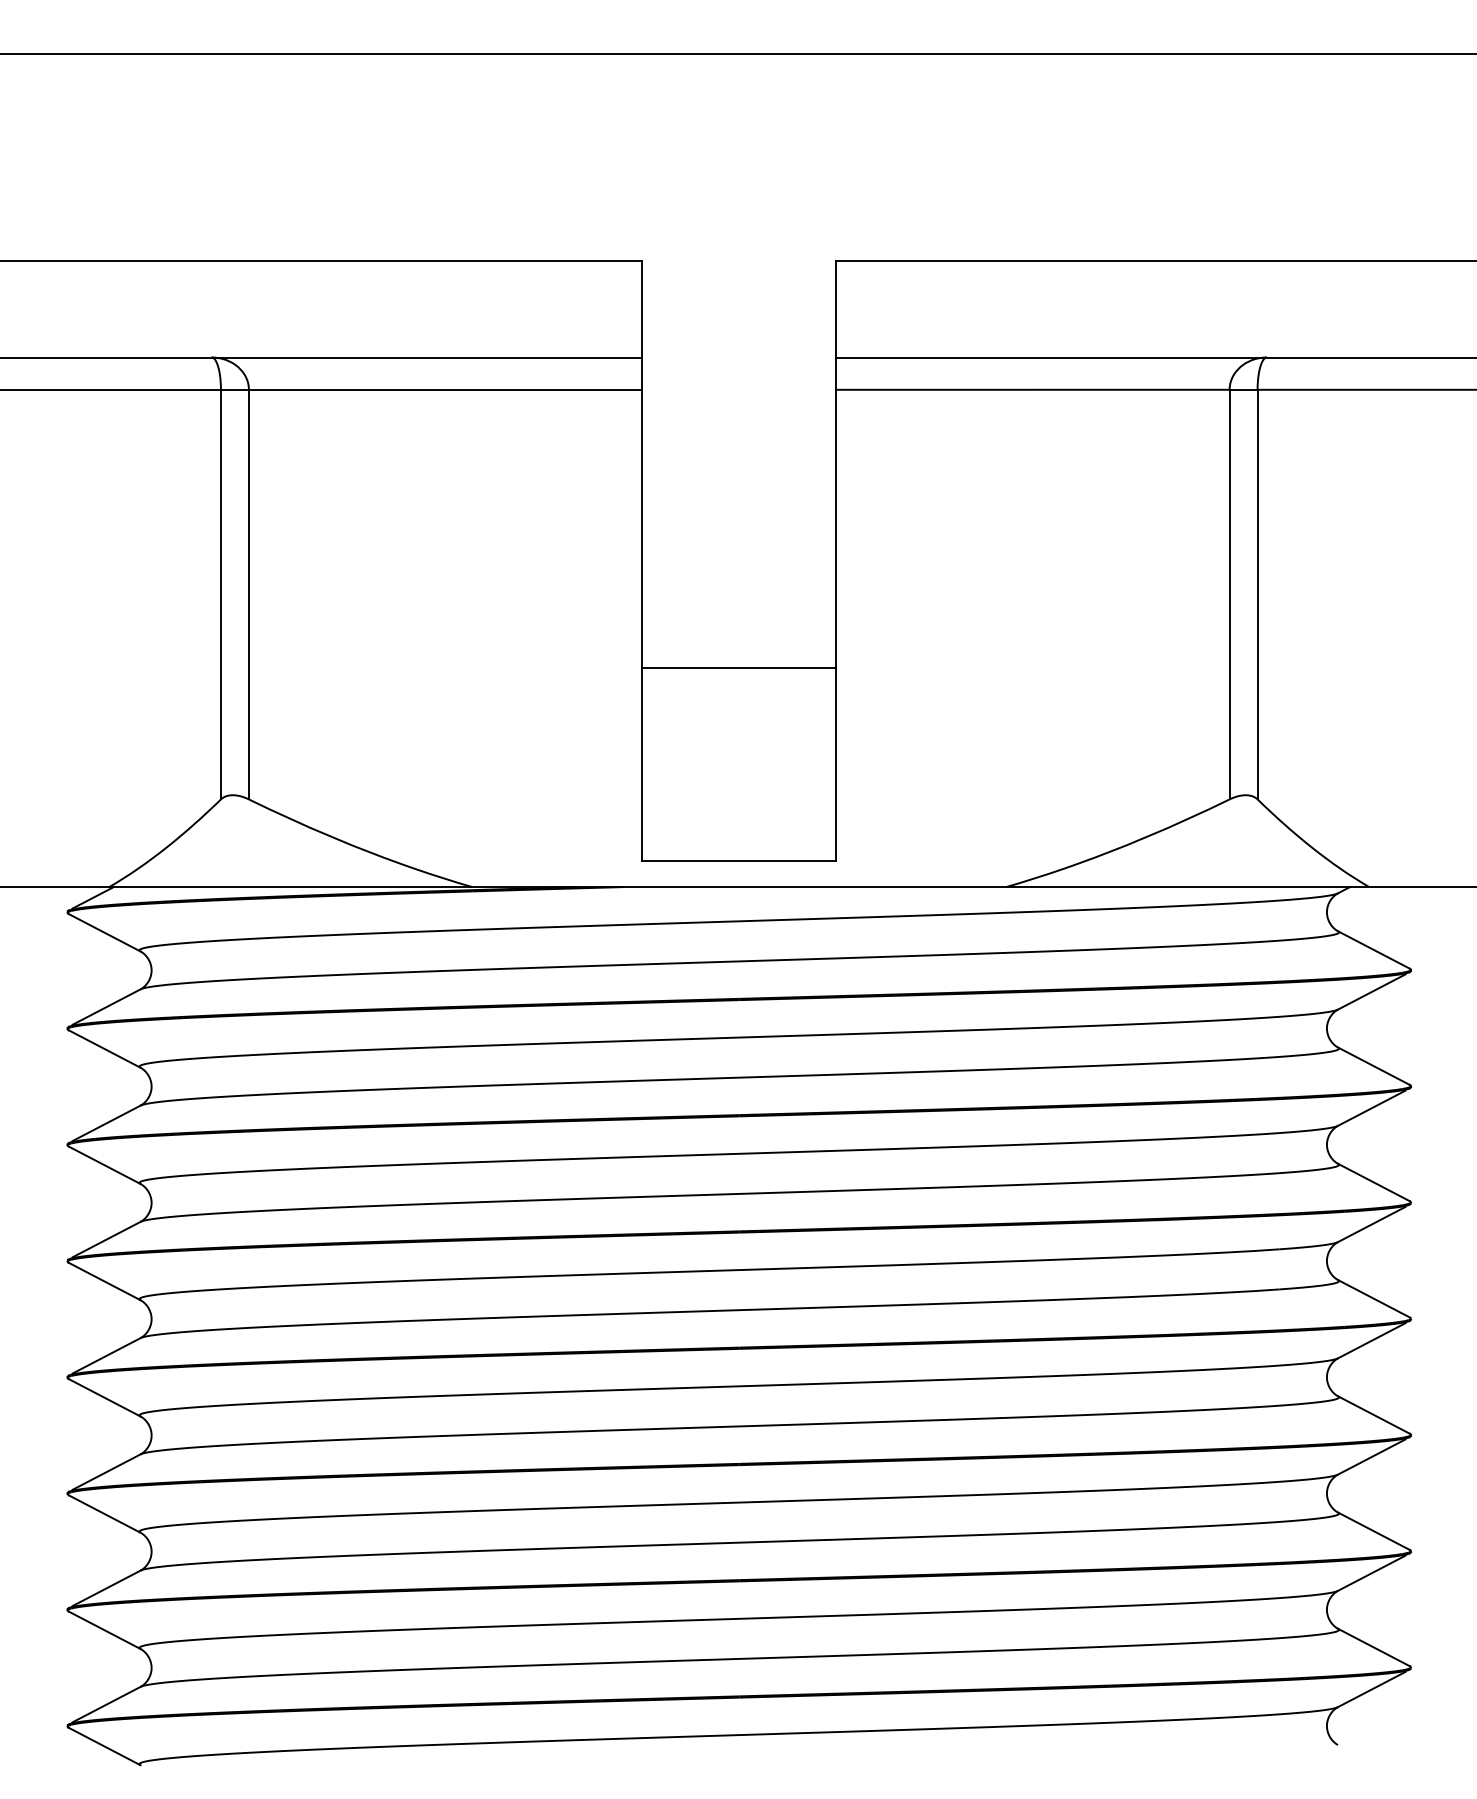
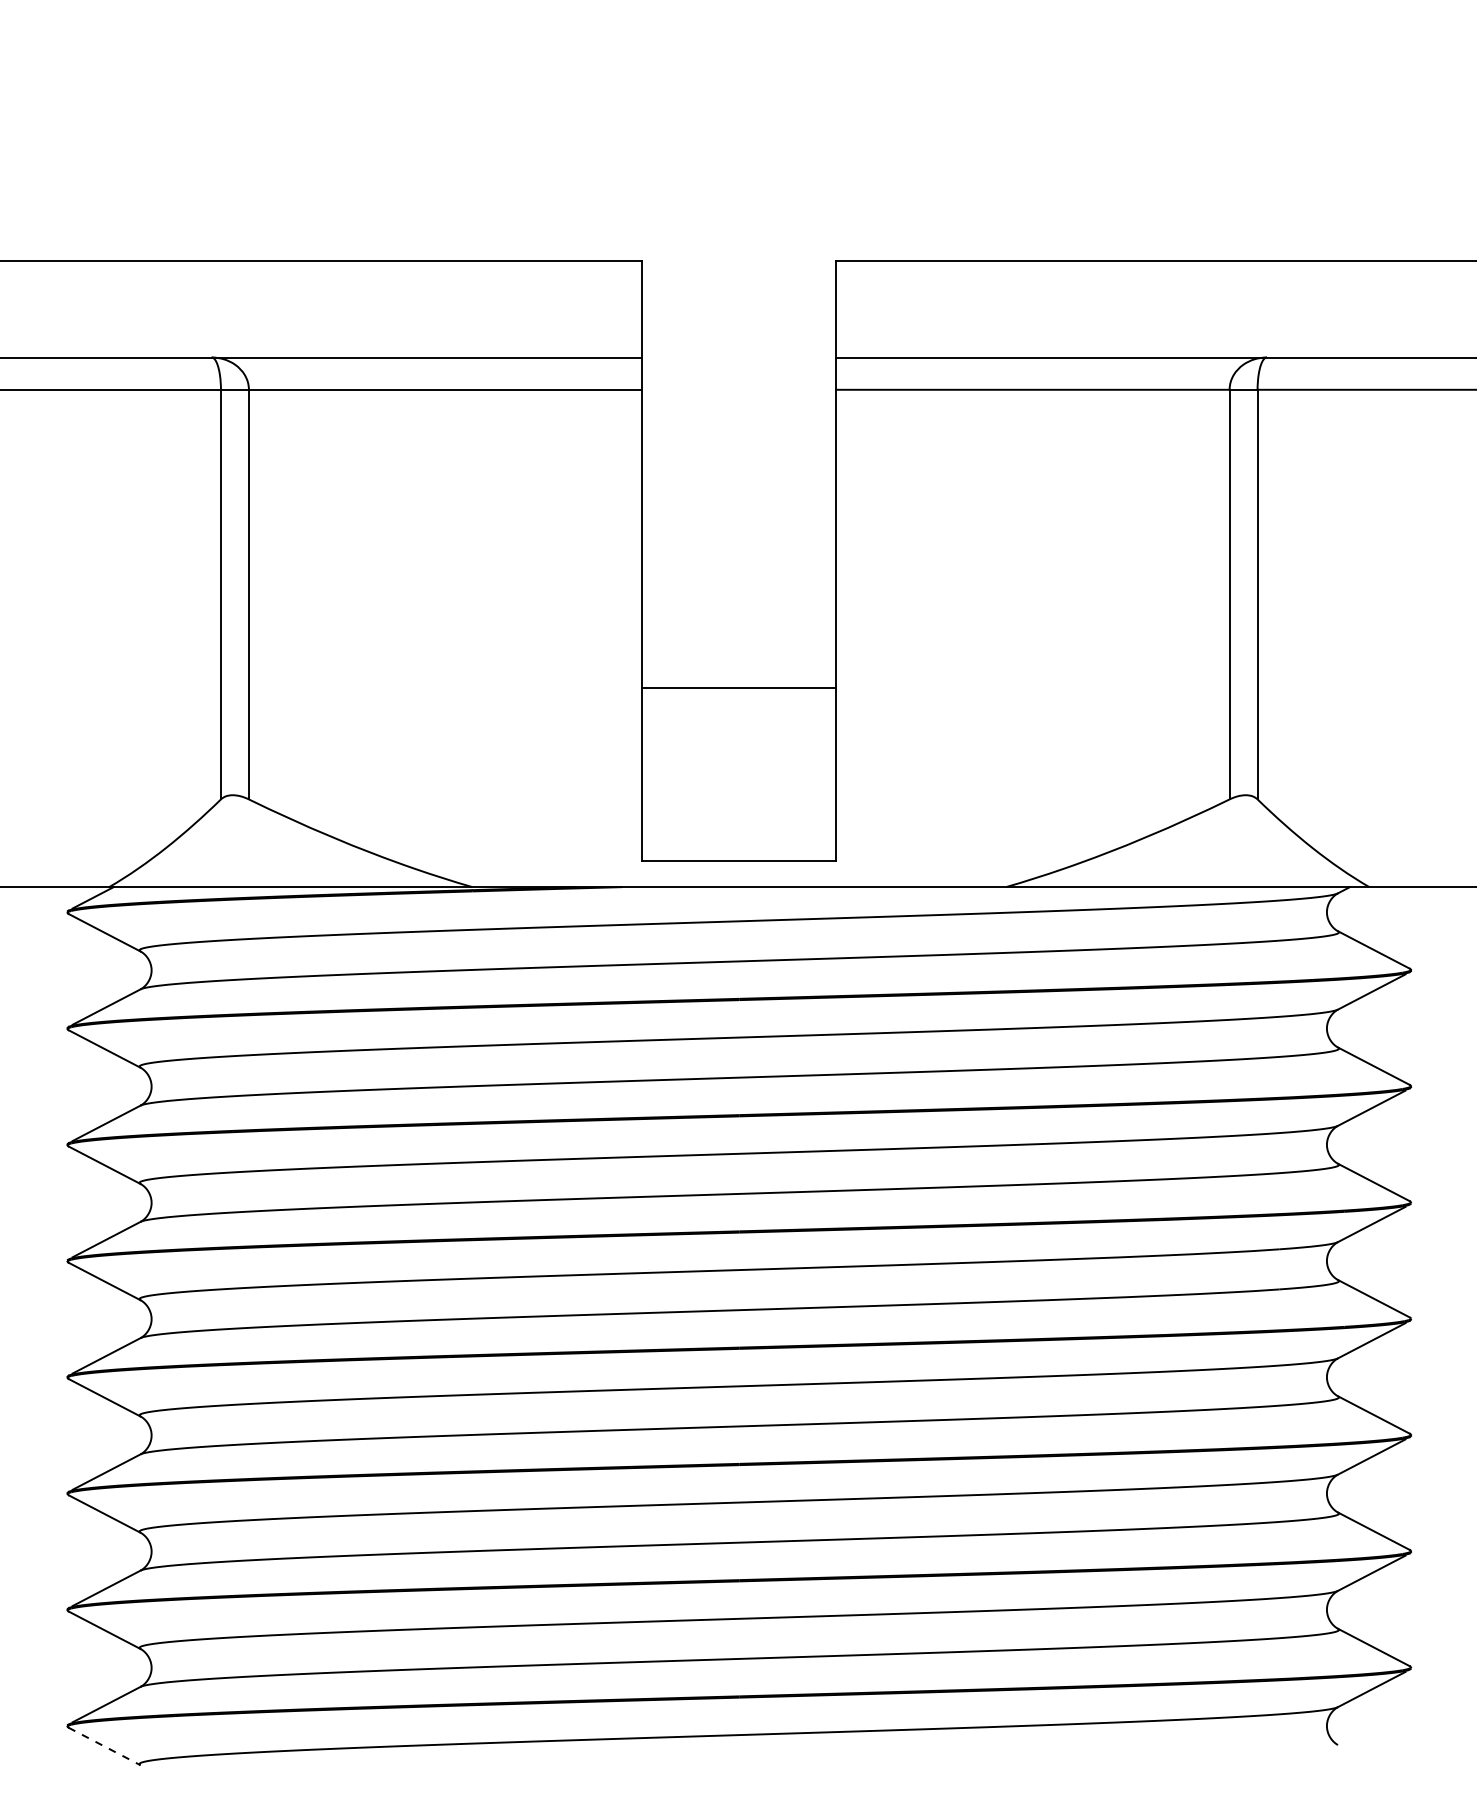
line at (737, 53): present -> none
line at (739, 667) position: (739, 667) -> (739, 687)
line at (104, 1746): solid -> dashed
